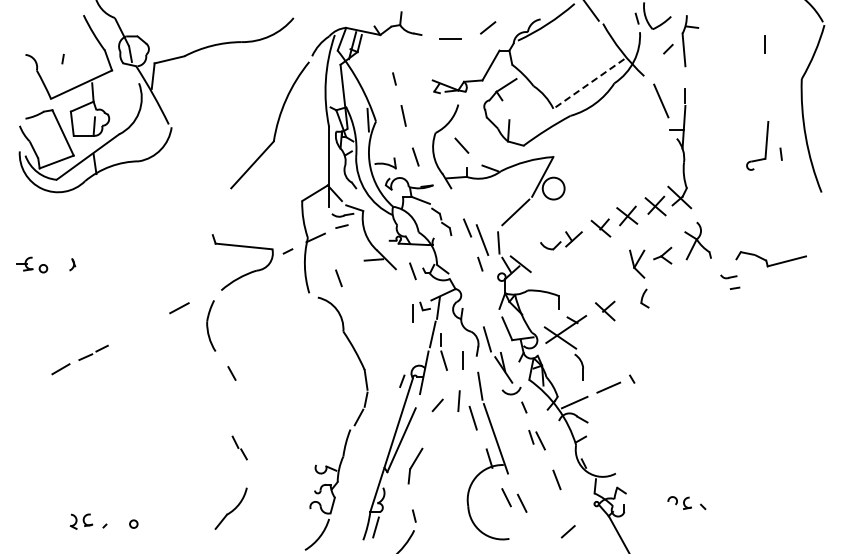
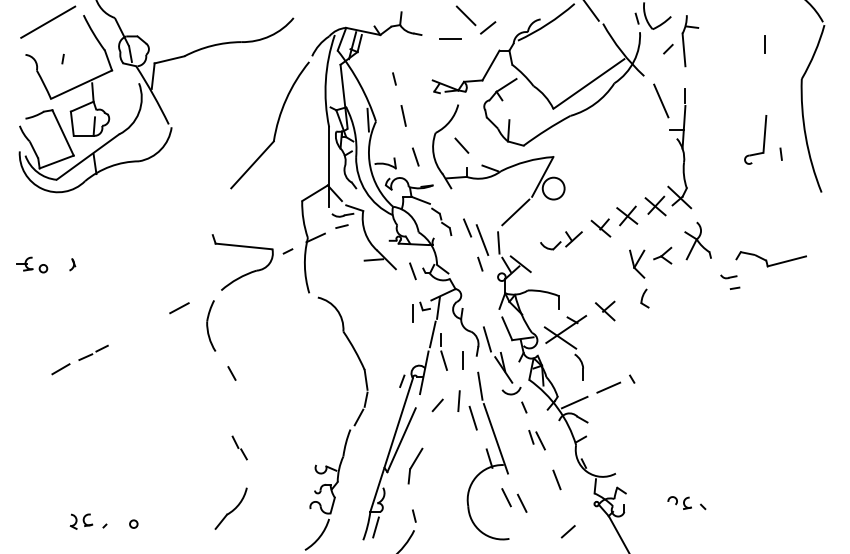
line at (465, 15): none -> present
line at (48, 21): none -> present
line at (588, 84): dashed -> solid
part at (765, 145) position: (765, 145) -> (763, 139)
line at (338, 278): present -> none
